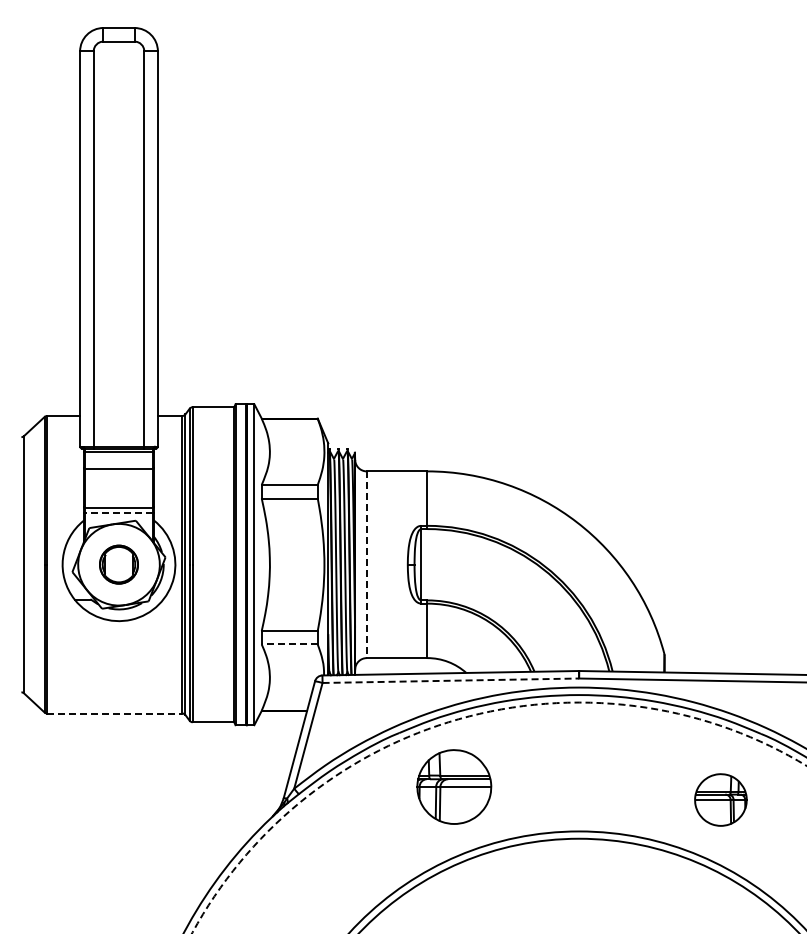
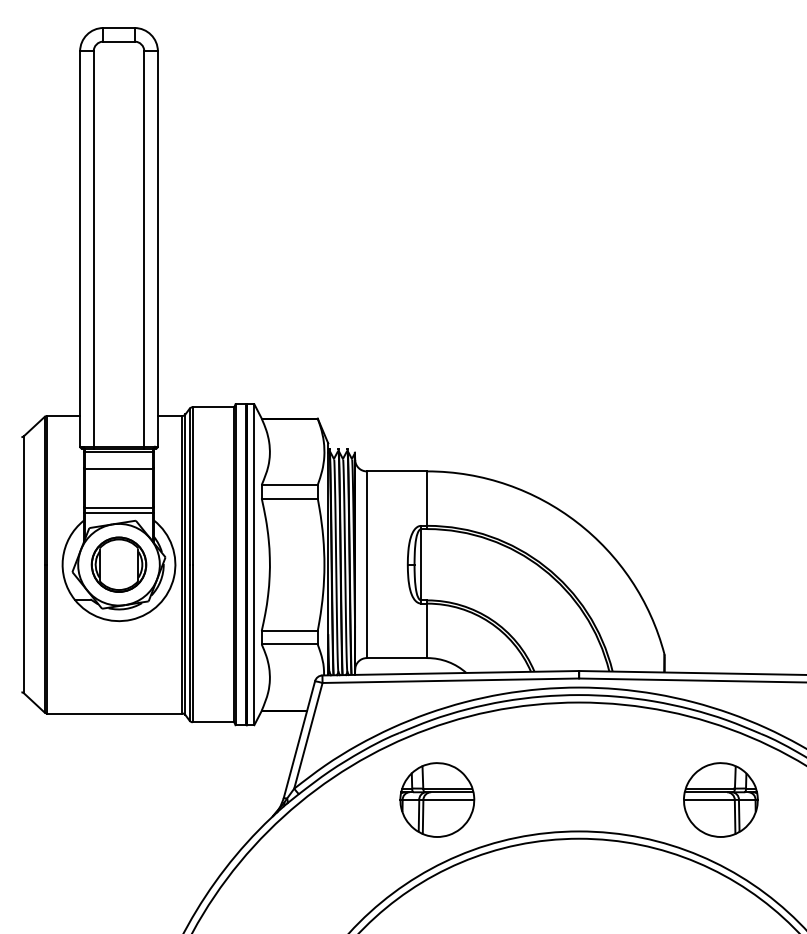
line at (119, 512): dashed -> solid
part at (118, 564) size: 40x41 px -> 58x57 px
line at (366, 565): dashed -> solid
line at (289, 644): dashed -> solid
line at (451, 680): dashed -> solid
line at (114, 713): dashed -> solid
part at (454, 786) position: (454, 786) -> (437, 799)
part at (720, 799) size: 54x54 px -> 76x76 px
circle at (498, 817): dashed -> solid
